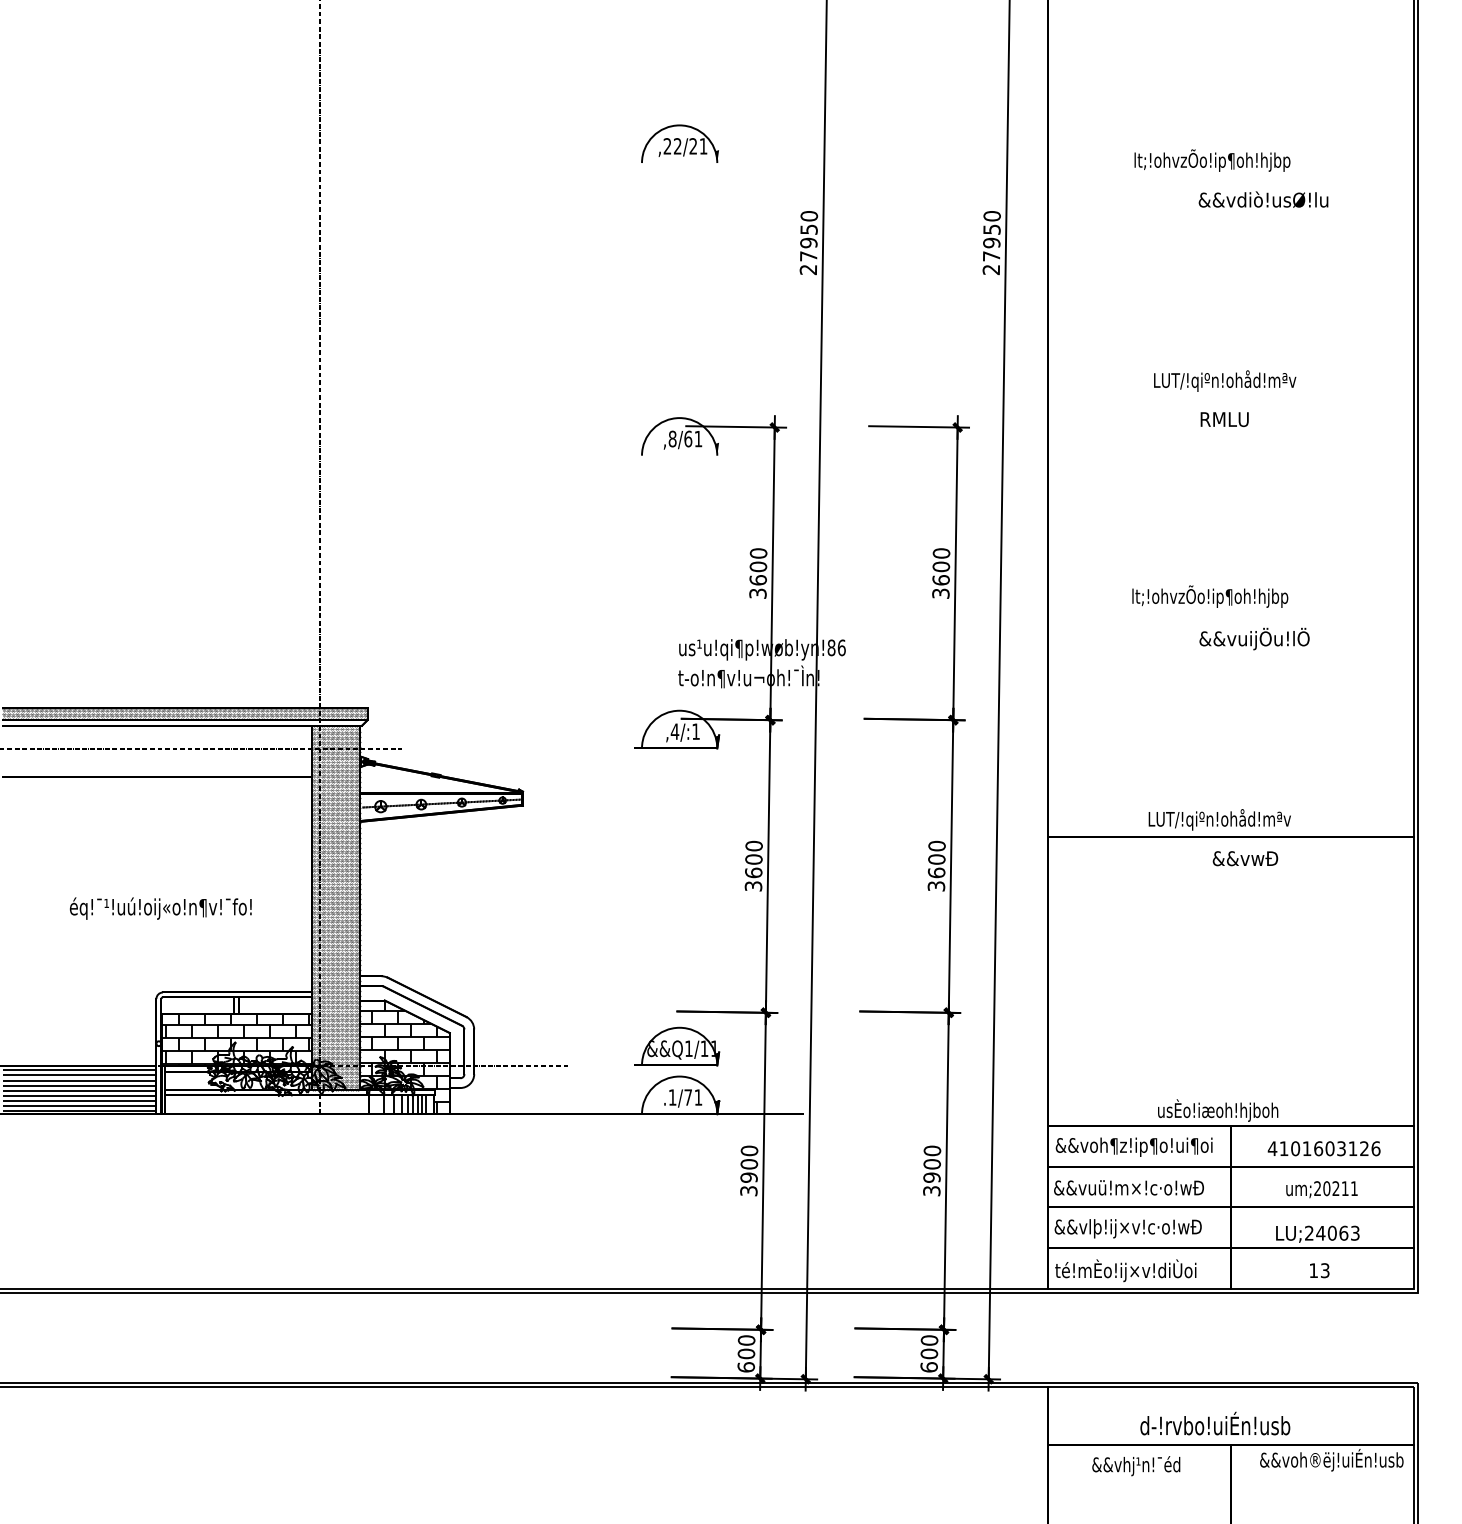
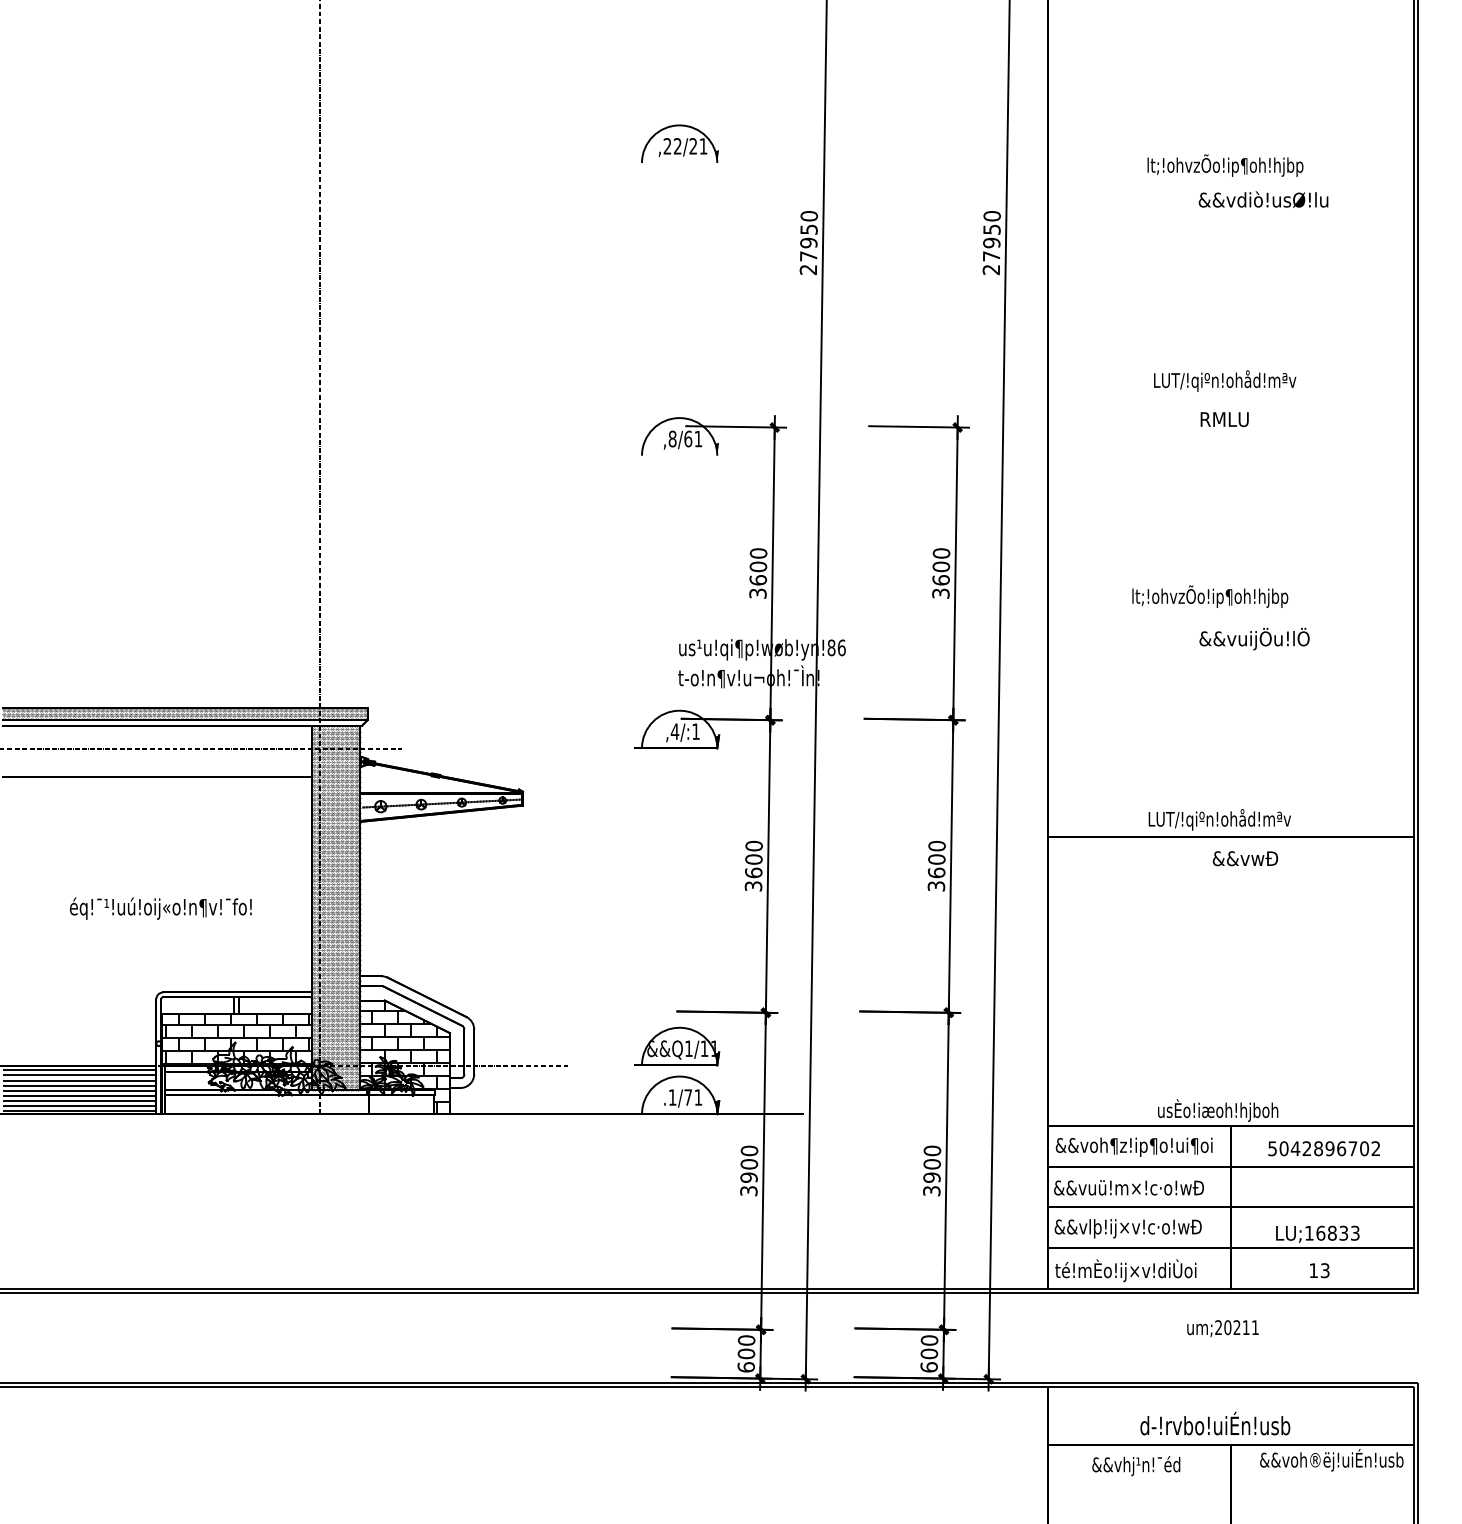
text at (1212, 160) position: (1212, 160) -> (1225, 165)
hatch at (397, 1104): present -> none
text at (1323, 1148): 4101603126 -> 5042896702
text at (1321, 1189) position: (1321, 1189) -> (1222, 1328)
text at (1326, 1232): LU;24063 -> LU;16833
